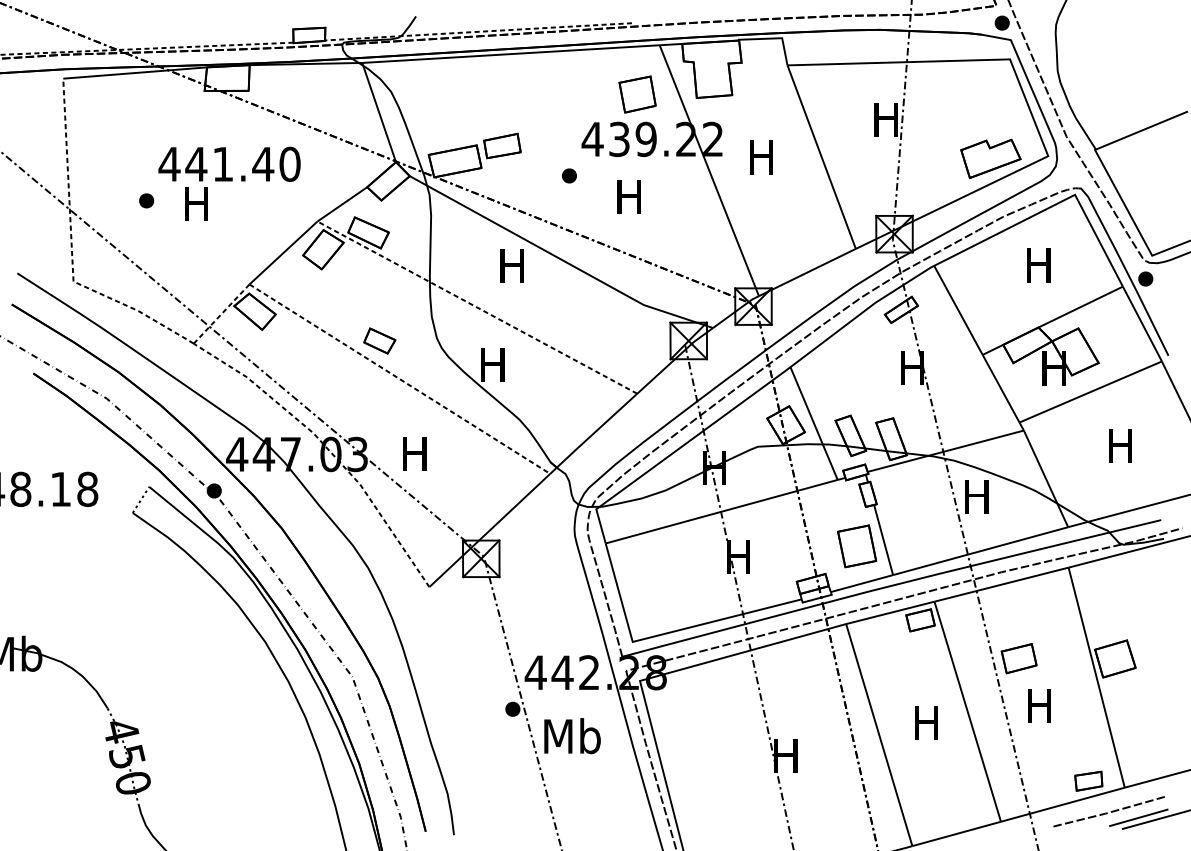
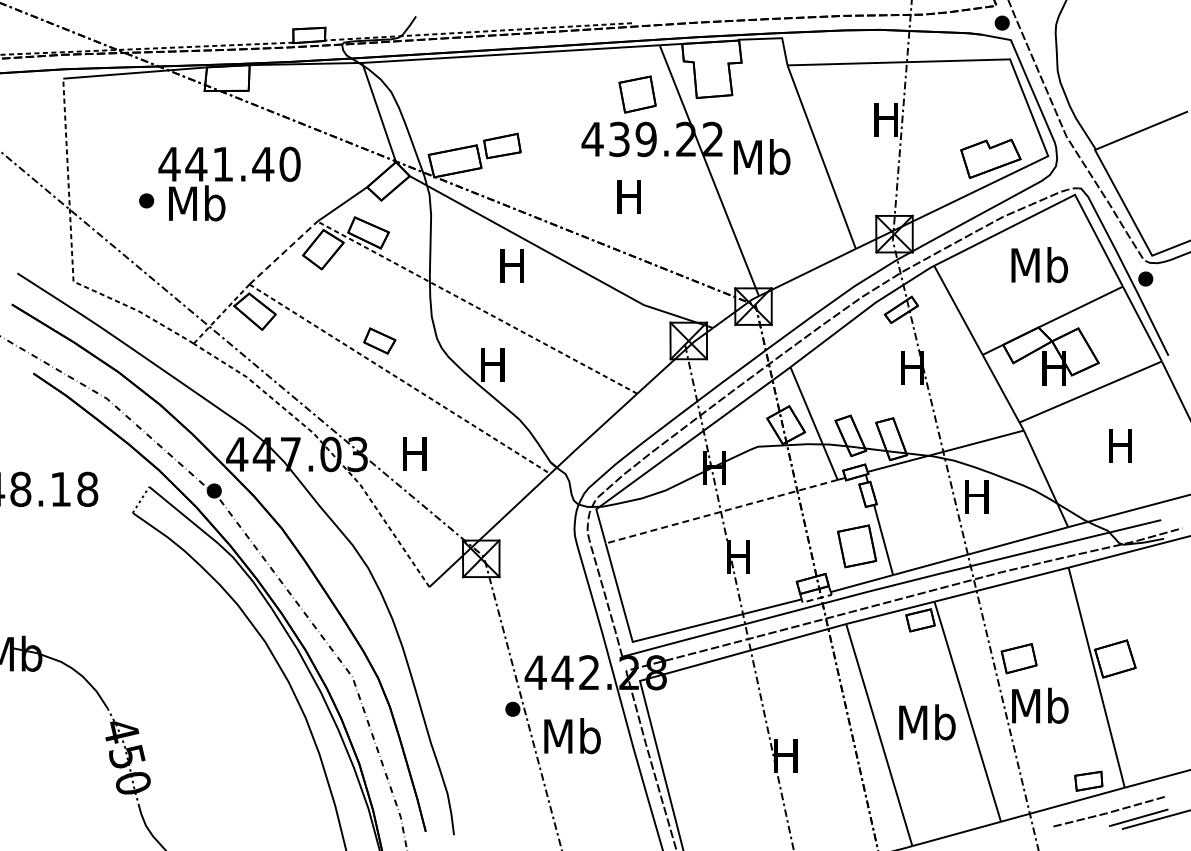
text at (762, 157): H -> Mb
part at (569, 175): present -> none
text at (197, 203): H -> Mb
line at (283, 252): solid -> dashed
text at (1039, 265): H -> Mb
line at (721, 511): solid -> dashed
line at (816, 598): solid -> dashed
text at (1040, 705): H -> Mb
text at (927, 722): H -> Mb
